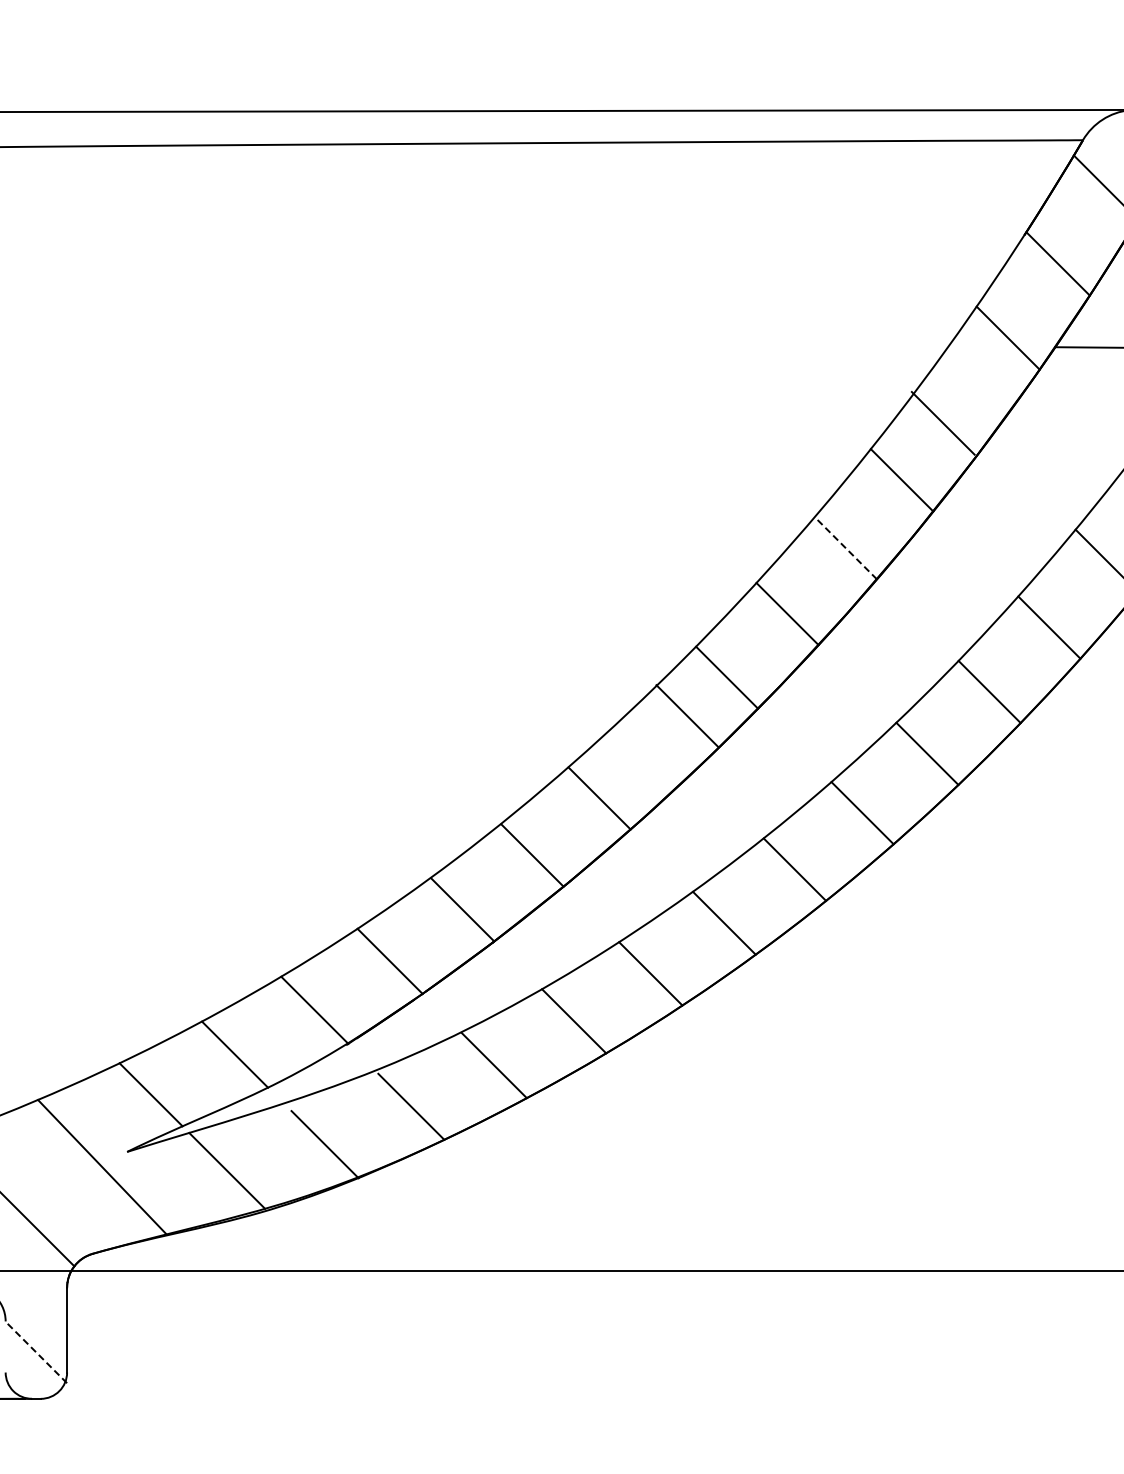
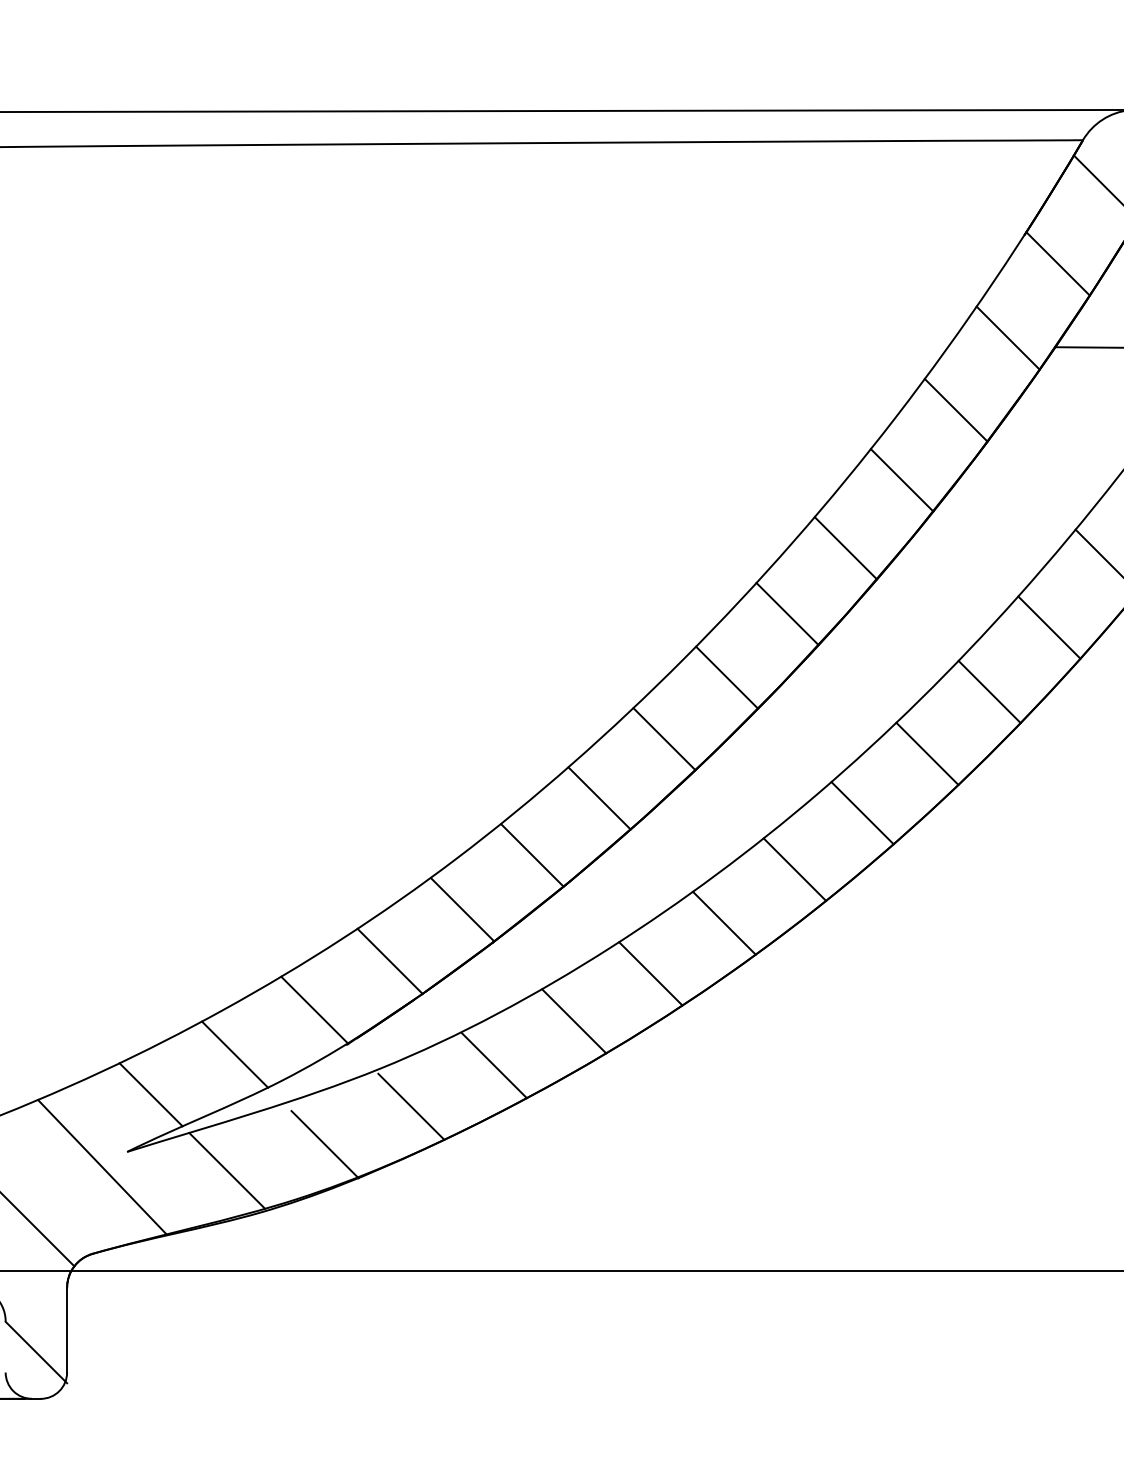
line at (942, 423) position: (942, 423) -> (955, 410)
line at (845, 547): dashed -> solid
line at (687, 716) position: (687, 716) -> (664, 739)
line at (36, 1352): dashed -> solid
